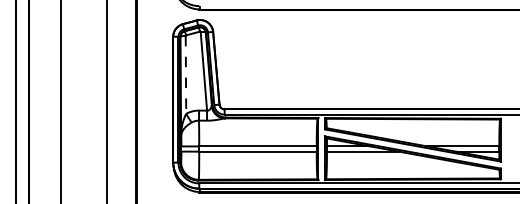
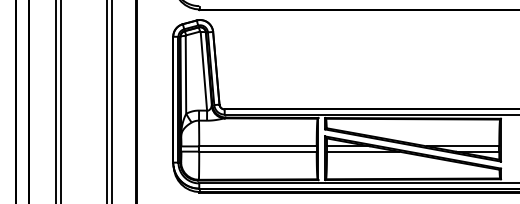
line at (185, 74): dashed -> solid
line at (55, 101): none -> present
line at (112, 101): none -> present
